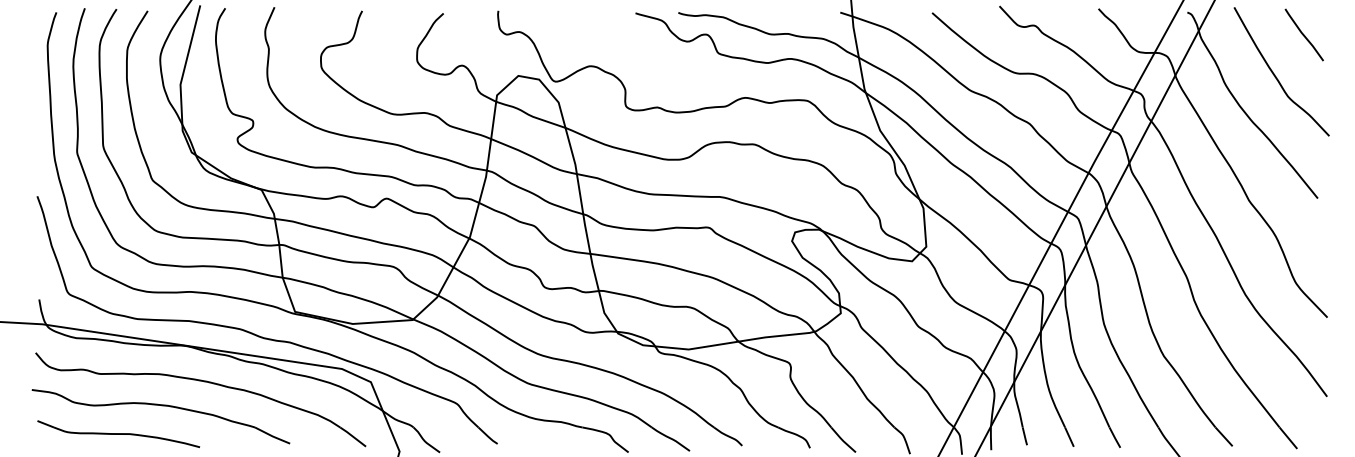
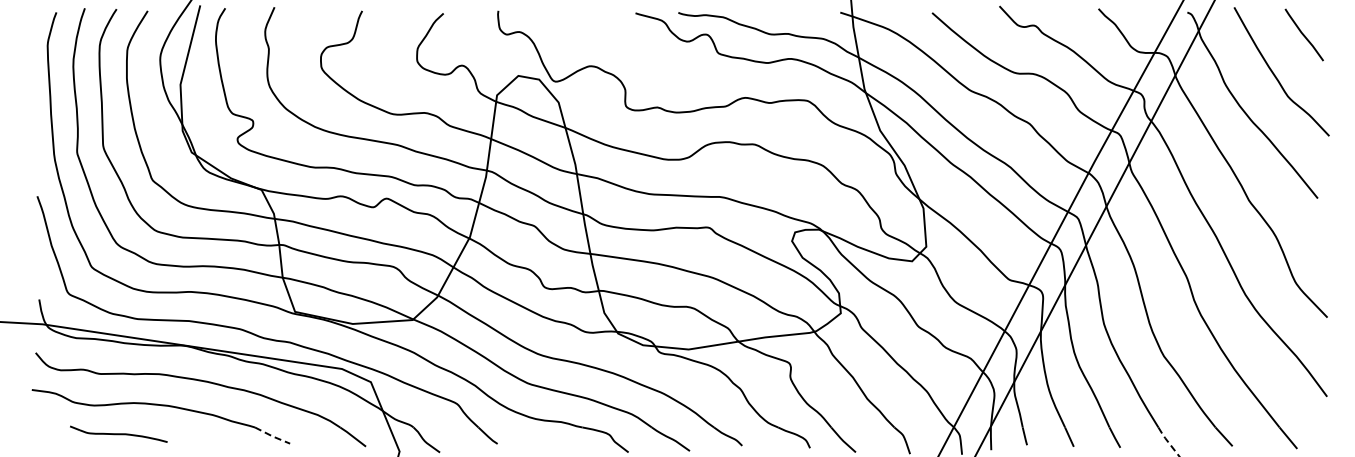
part at (118, 434) size: 164x29 px -> 98x18 px
line at (272, 436): solid -> dashed
line at (1167, 441): solid -> dashed
